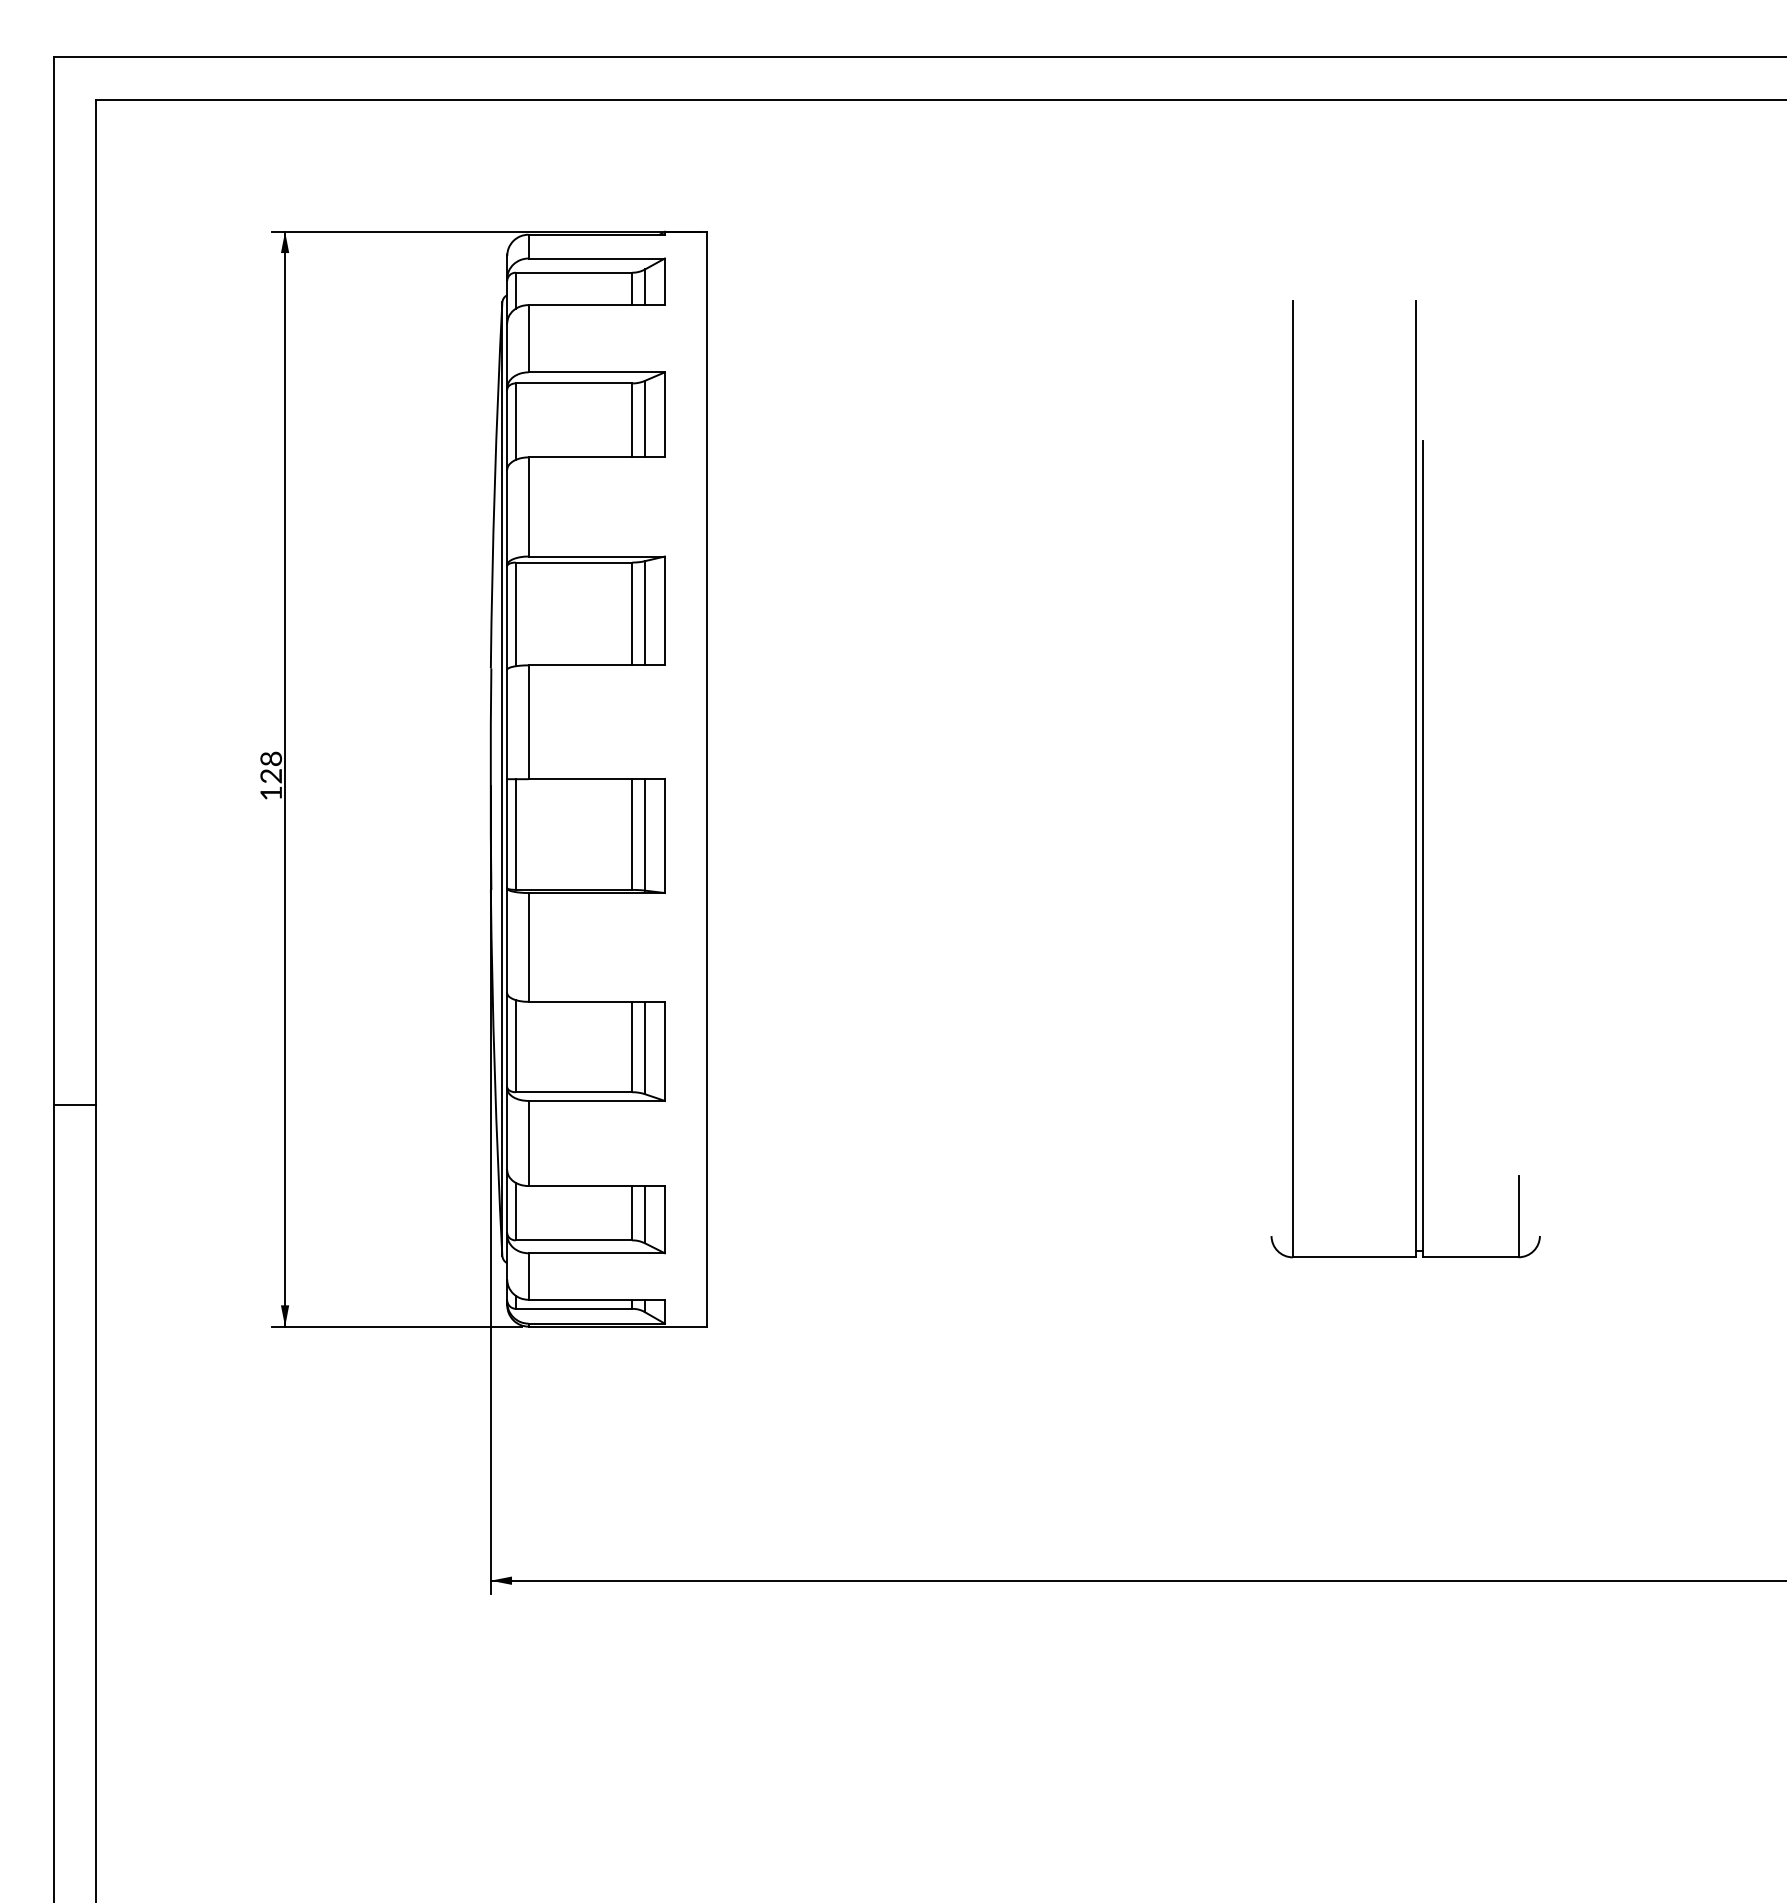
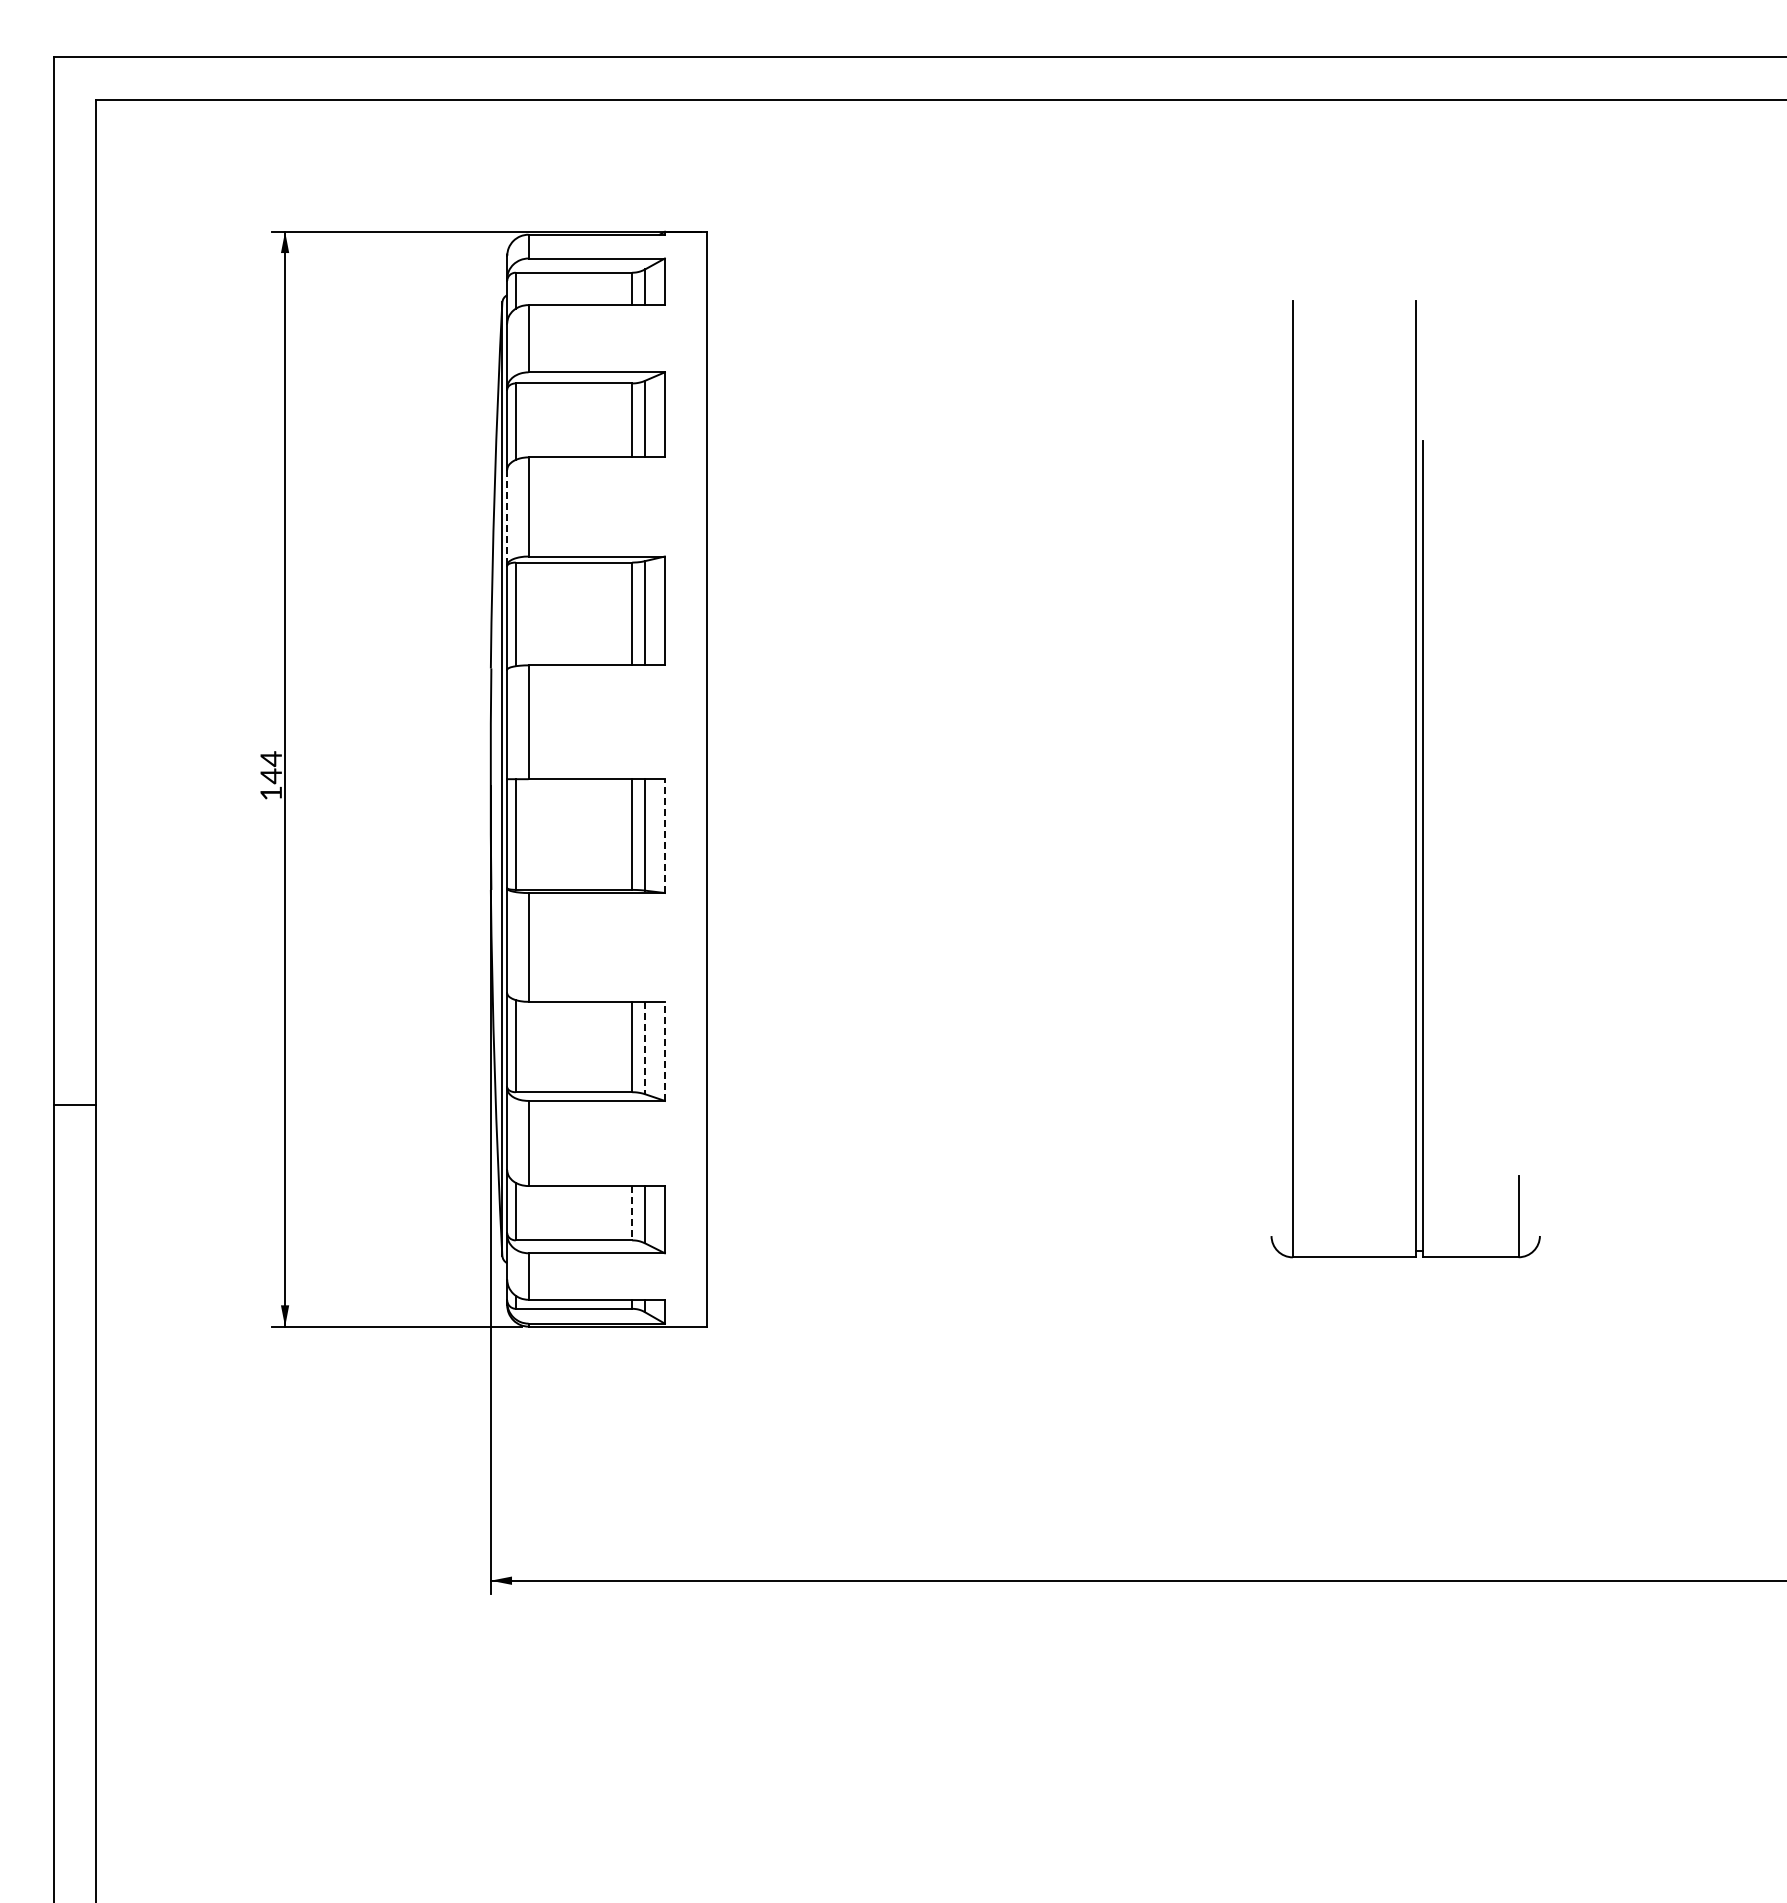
line at (507, 517): solid -> dashed
text at (270, 767): 128 -> 144
line at (664, 836): solid -> dashed
line at (645, 1048): solid -> dashed
line at (664, 1051): solid -> dashed
line at (632, 1213): solid -> dashed
